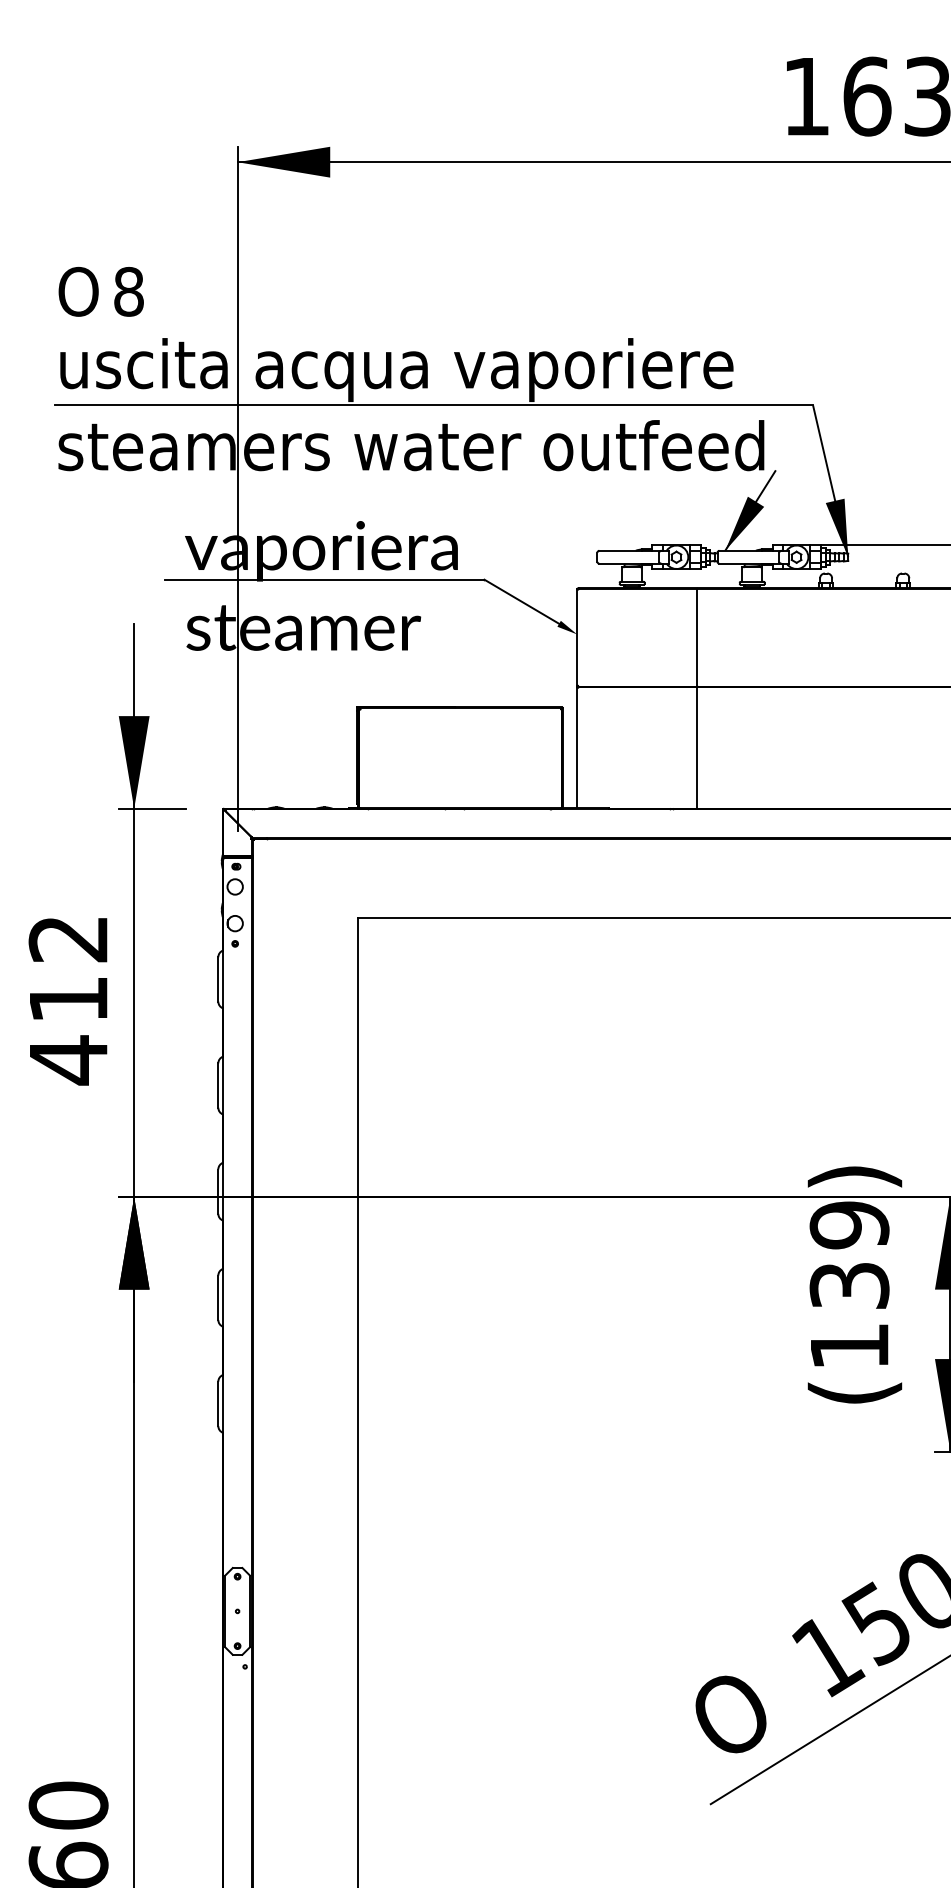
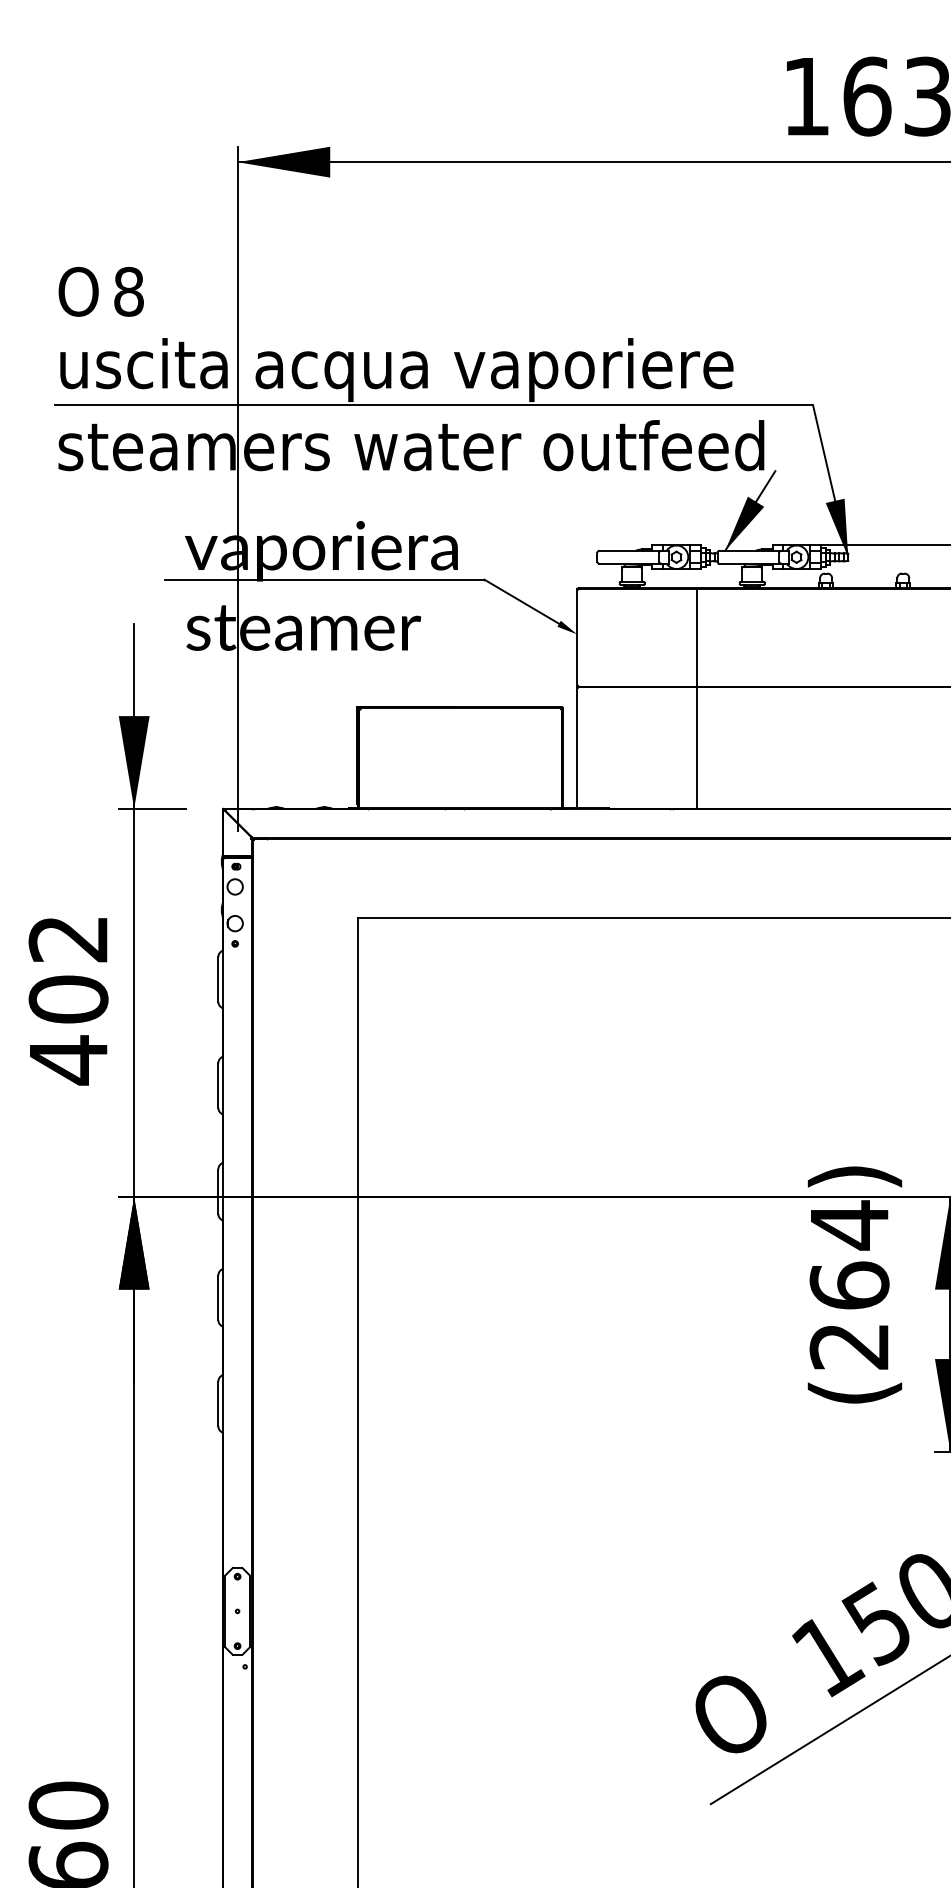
text at (68, 999): 412 -> 402
text at (849, 1284): 139 -> 264
